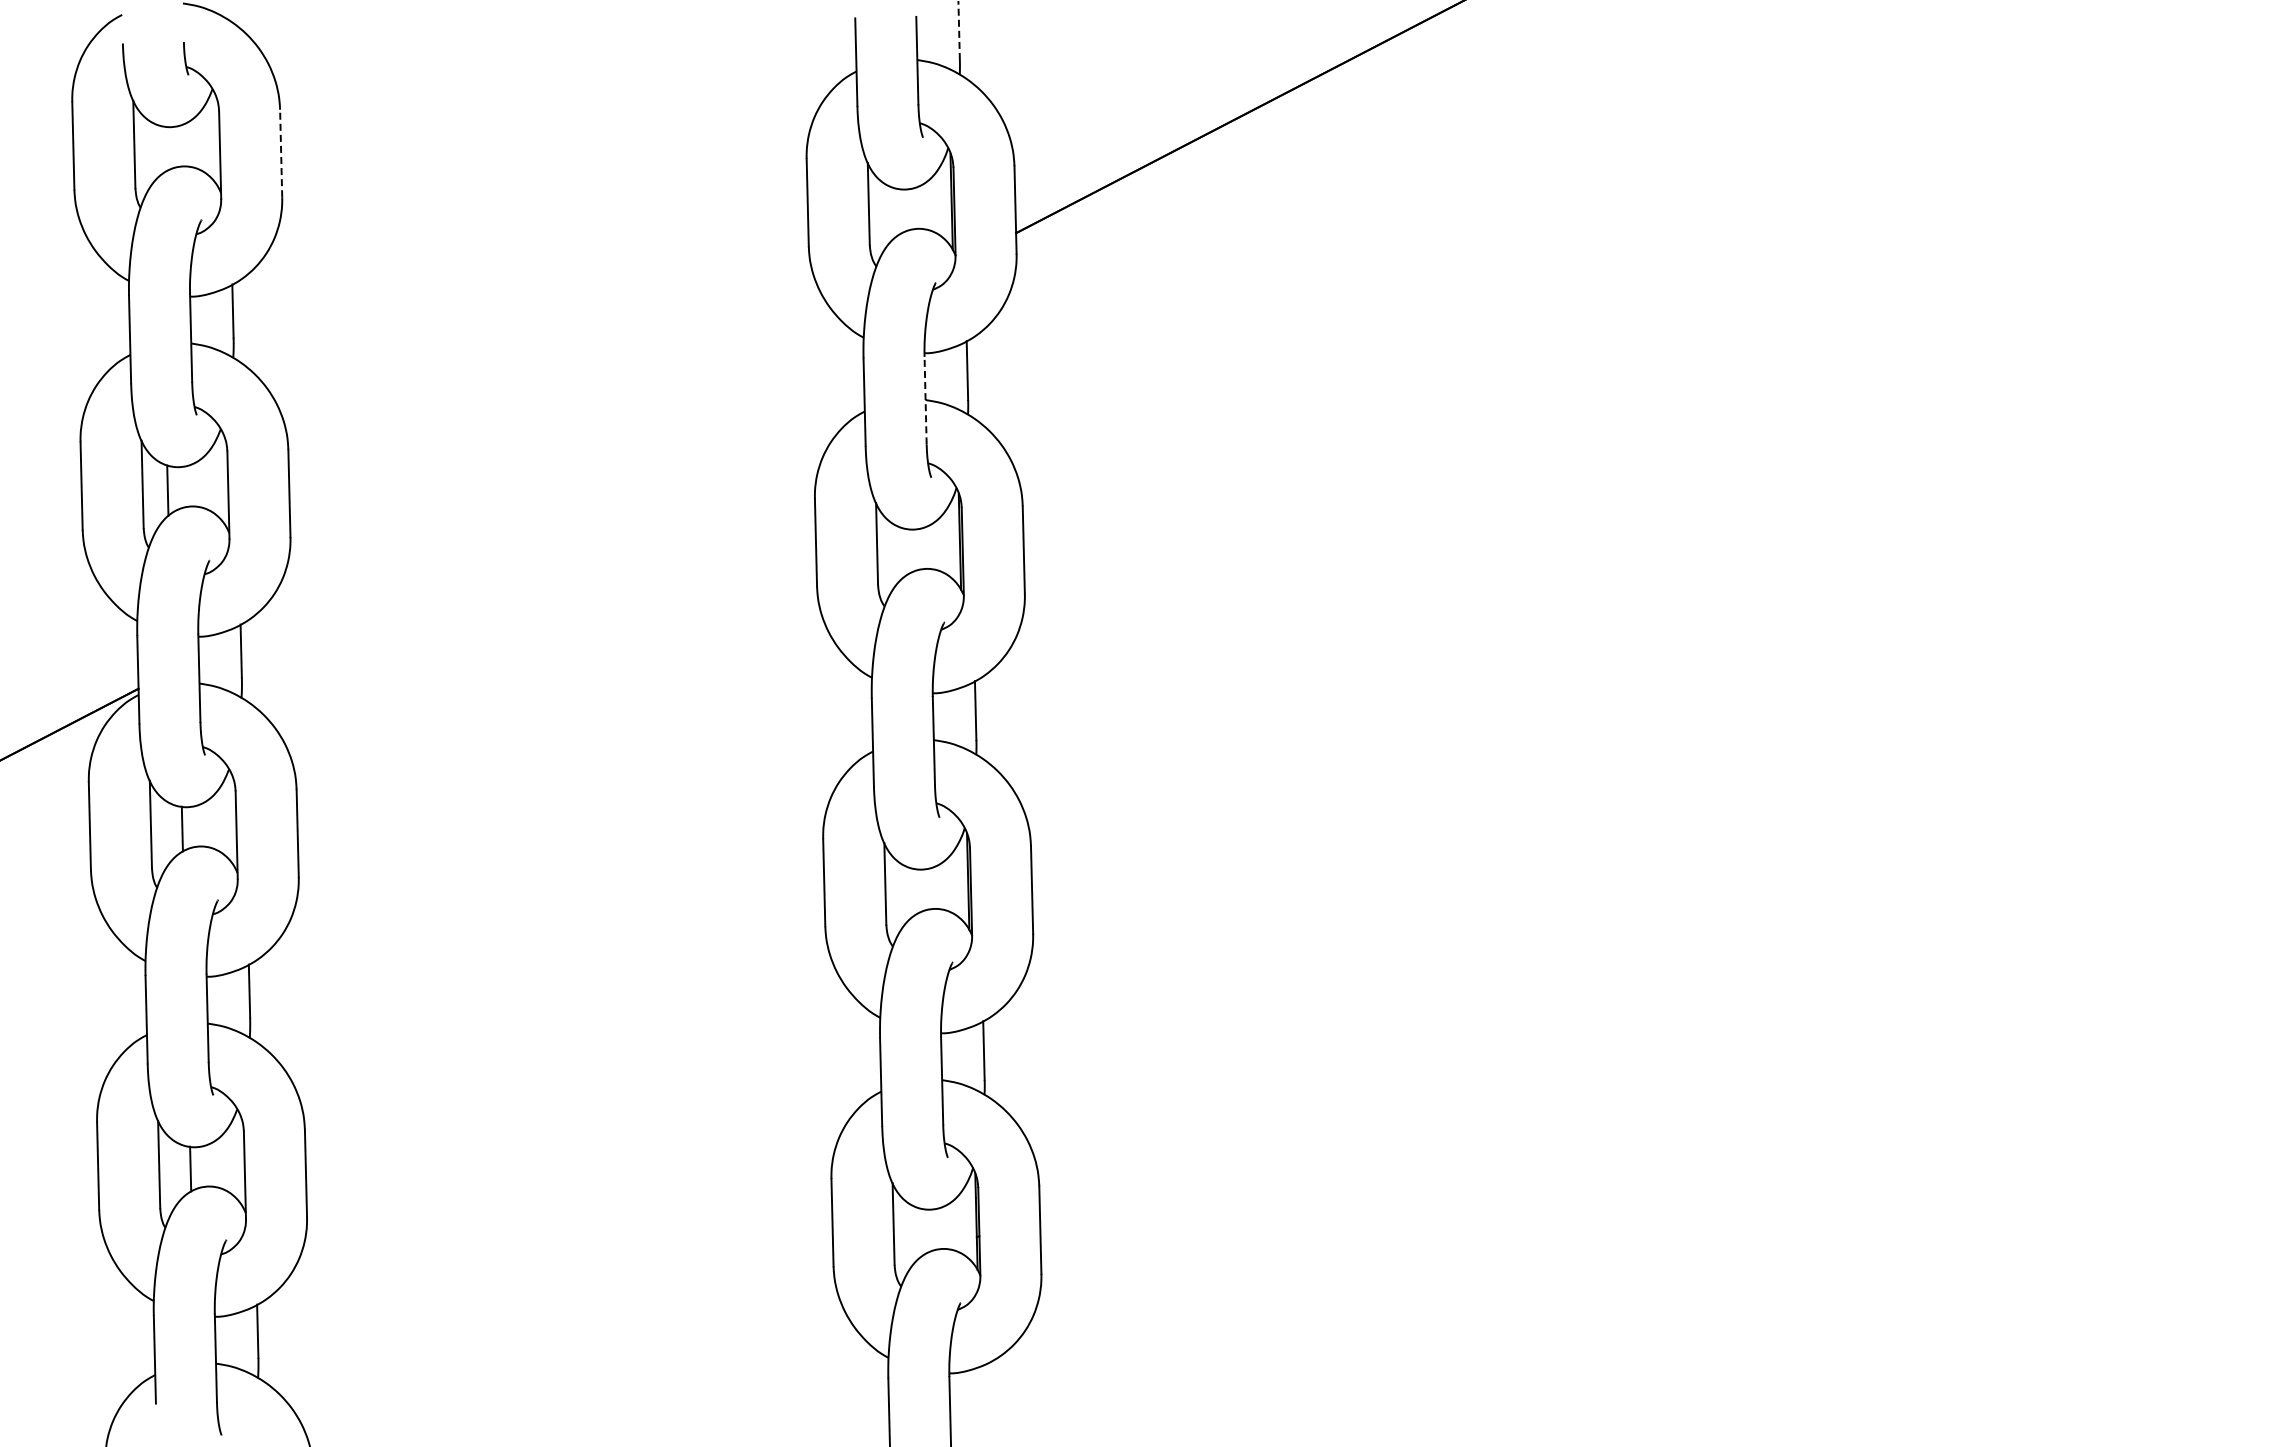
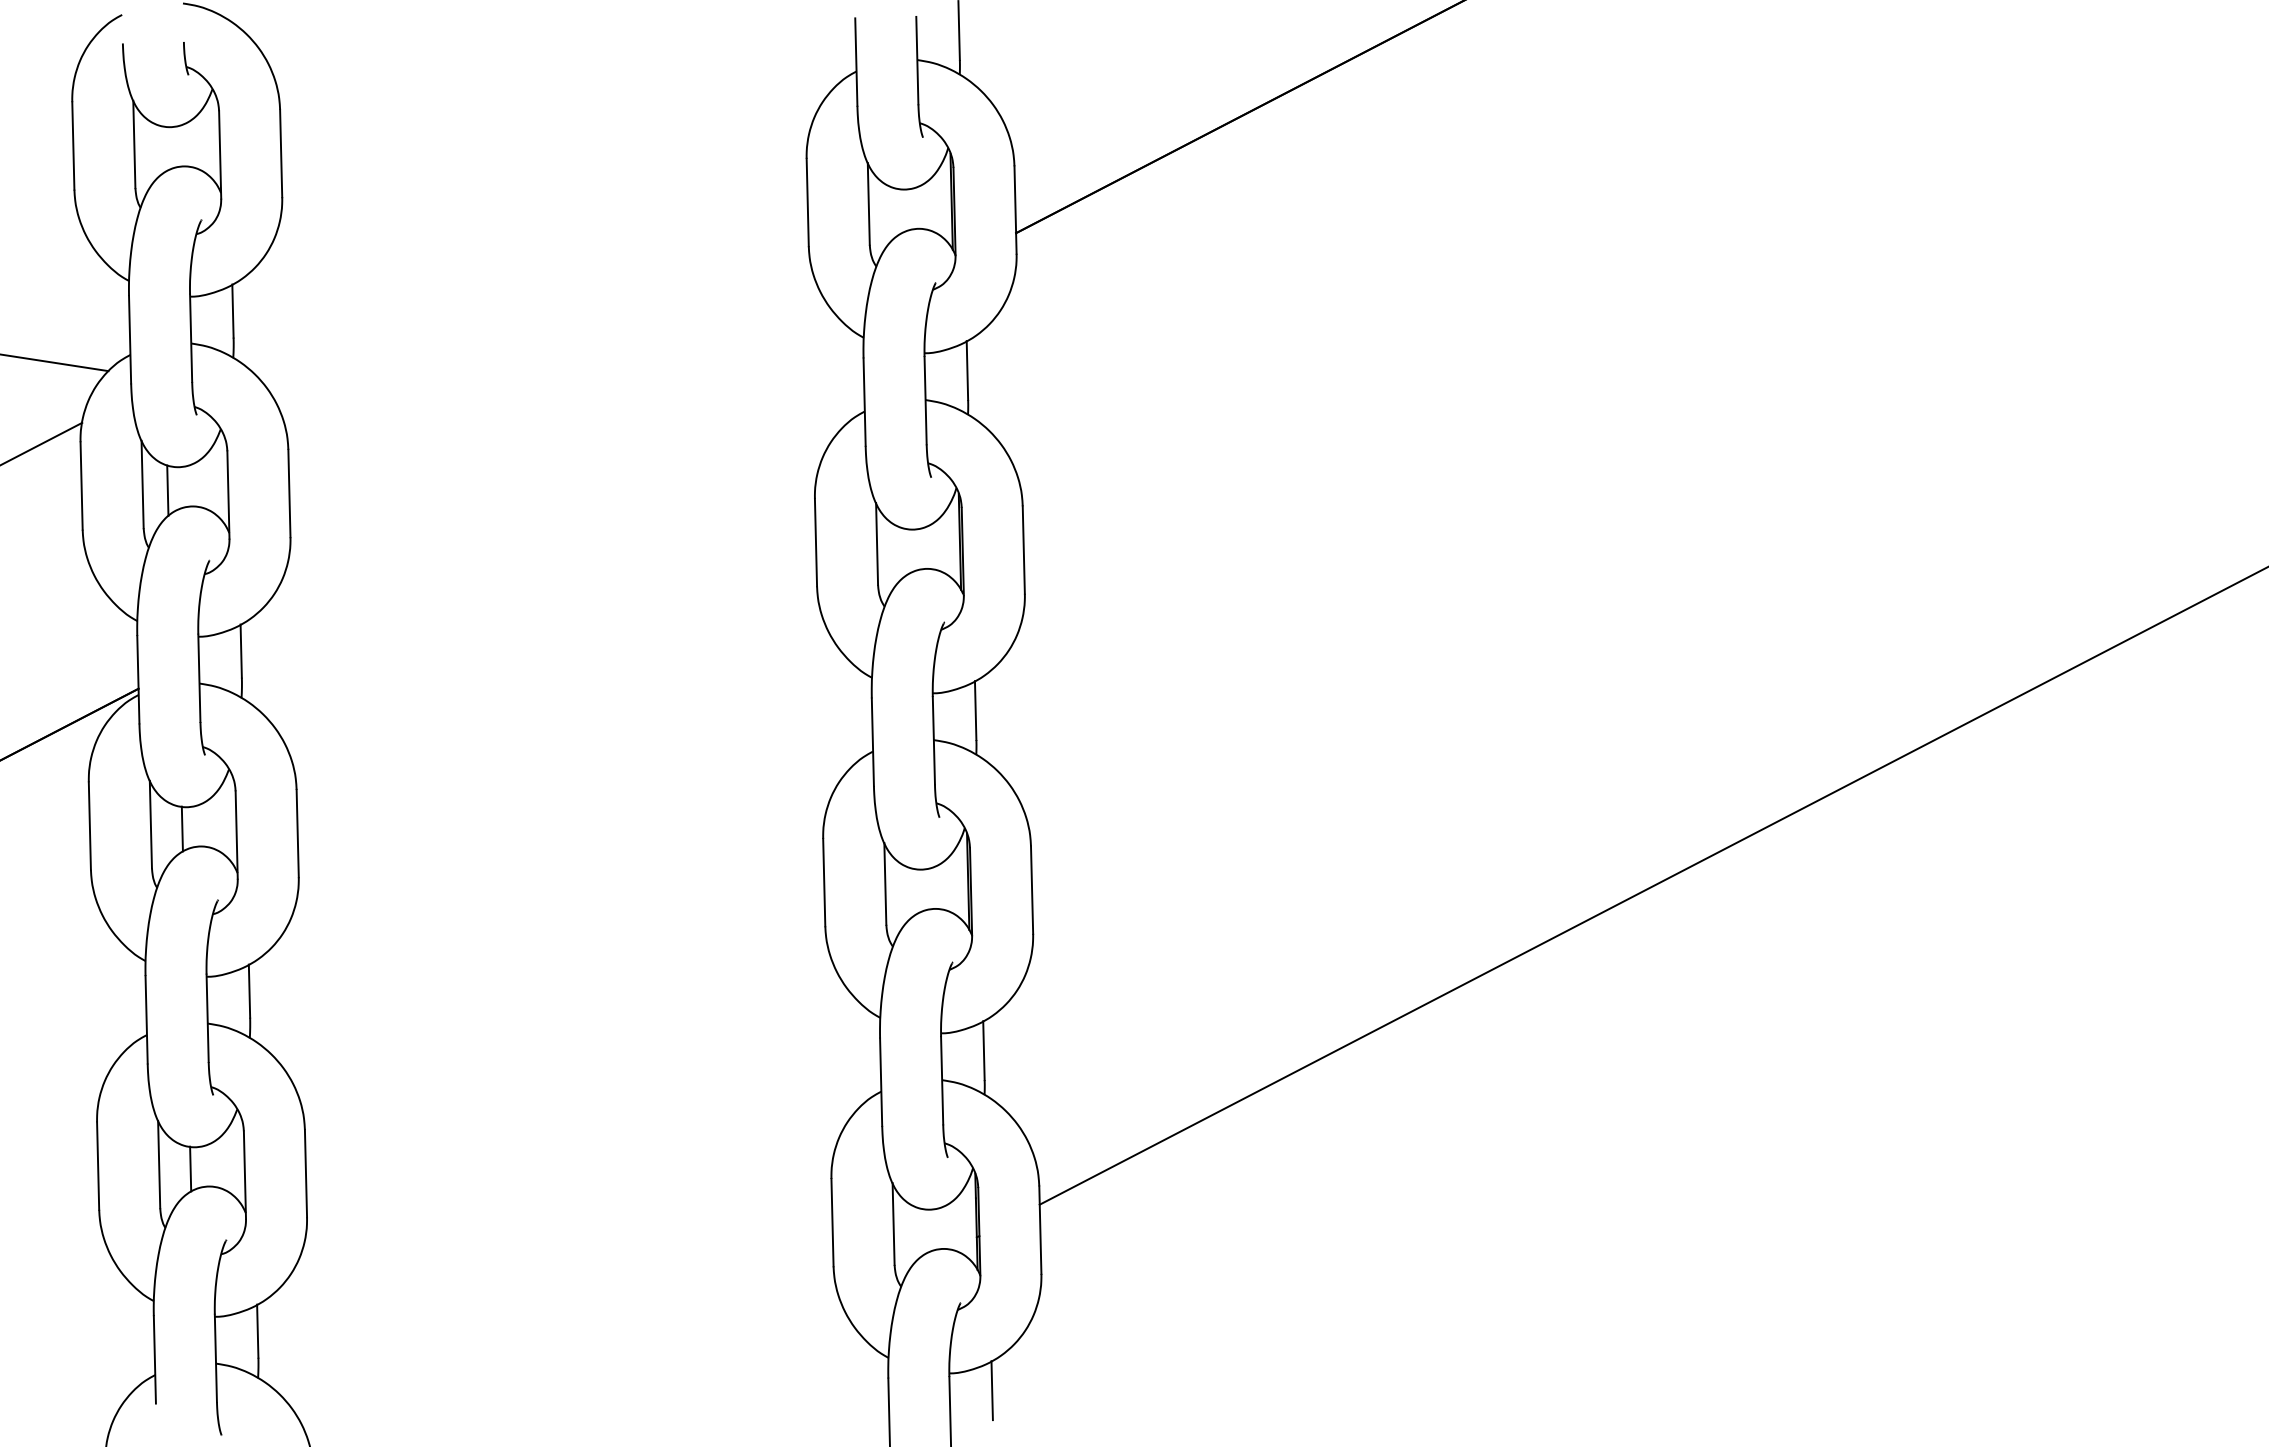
line at (959, 30): dashed -> solid
line at (281, 153): dashed -> solid
line at (55, 362): none -> present
line at (925, 400): dashed -> solid
line at (42, 443): none -> present
line at (1652, 886): none -> present
line at (991, 1390): none -> present
